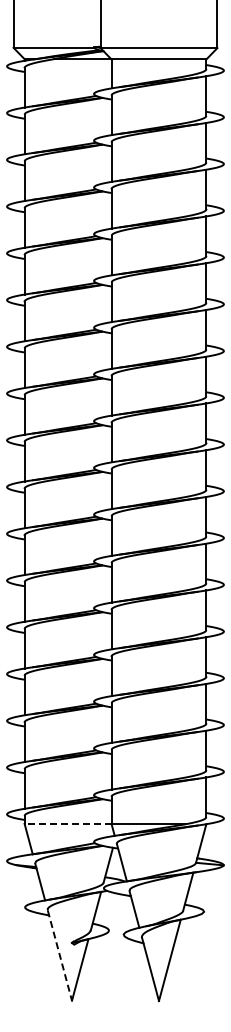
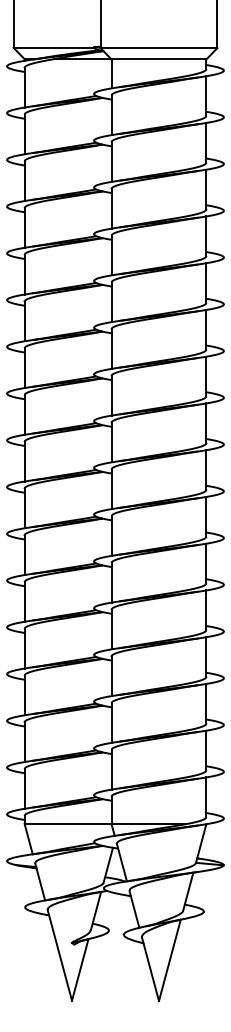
line at (67, 823): dashed -> solid
line at (59, 955): dashed -> solid
